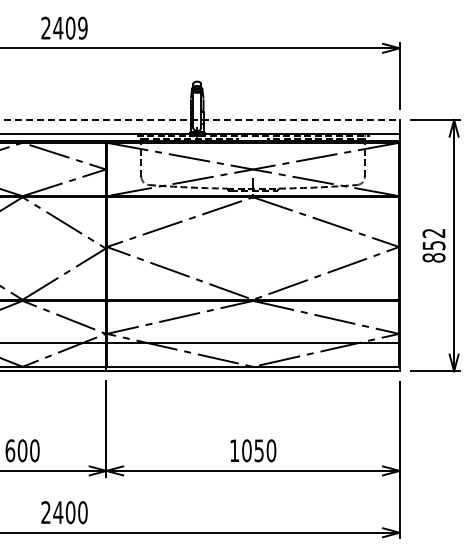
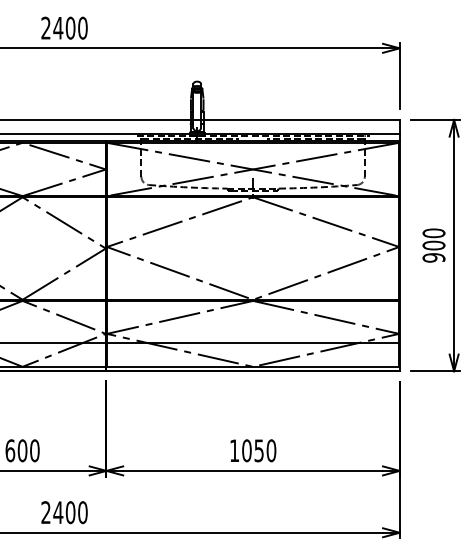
text at (82, 28): 2409 -> 2400
line at (199, 119): dashed -> solid
text at (433, 245): 852 -> 900
